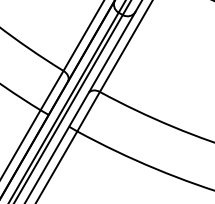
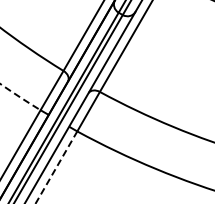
arc at (20, 97): solid -> dashed
line at (56, 166): solid -> dashed
